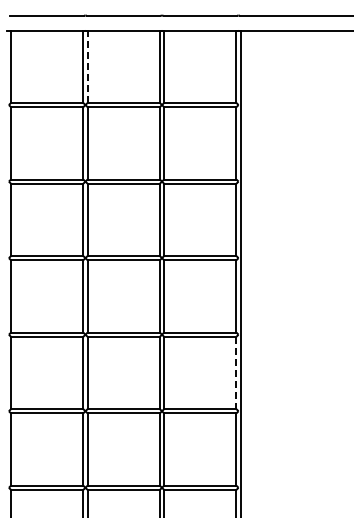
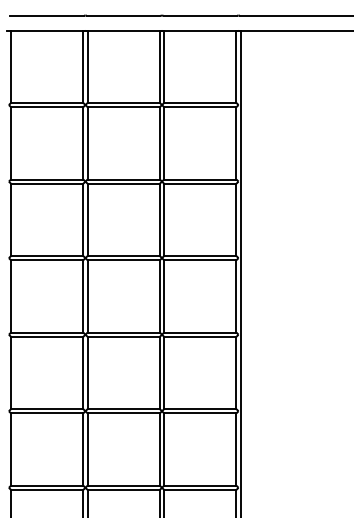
line at (87, 67): dashed -> solid
line at (236, 373): dashed -> solid
